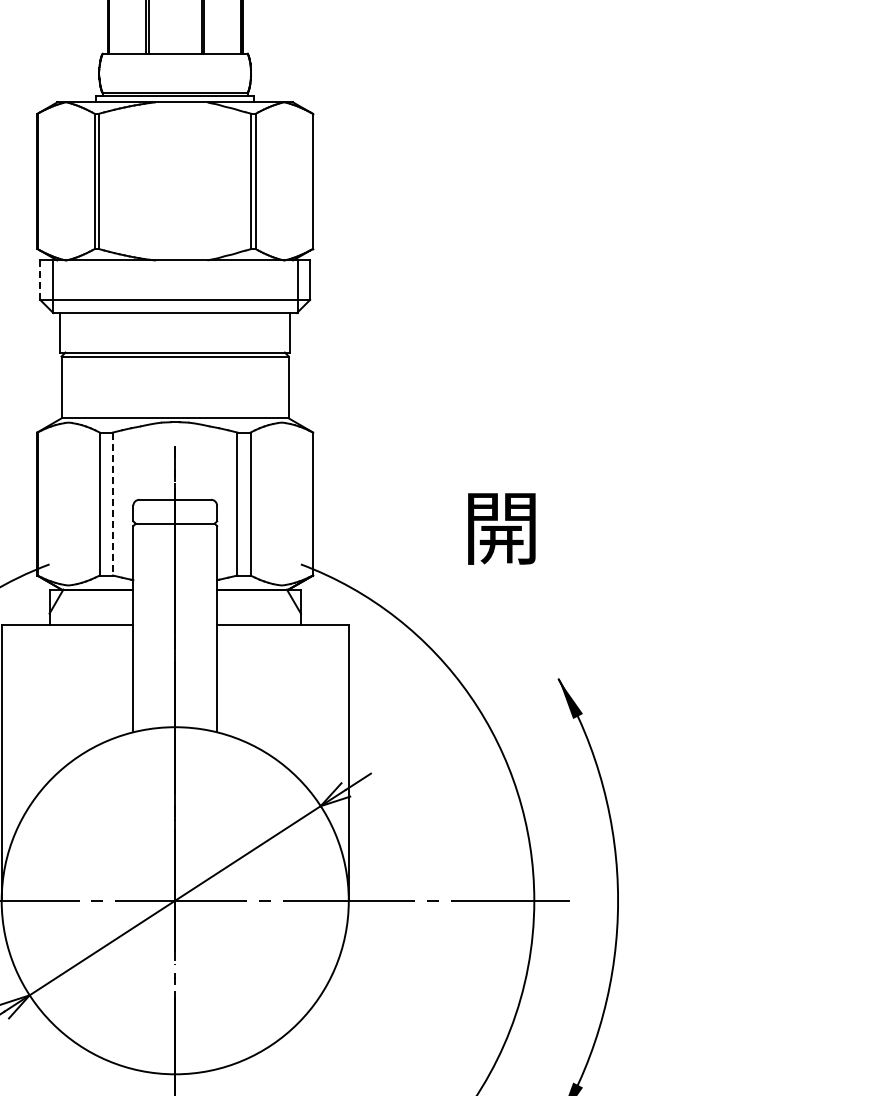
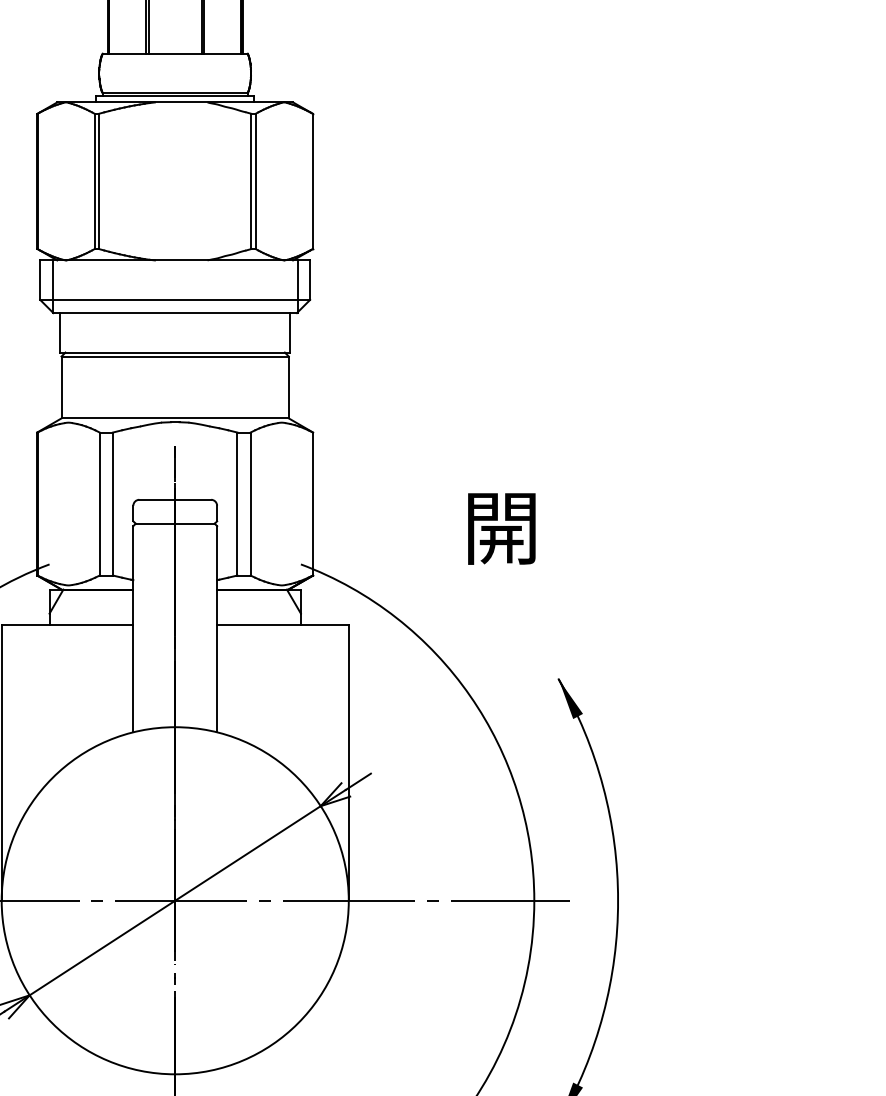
line at (40, 280): dashed -> solid
line at (113, 504): dashed -> solid
